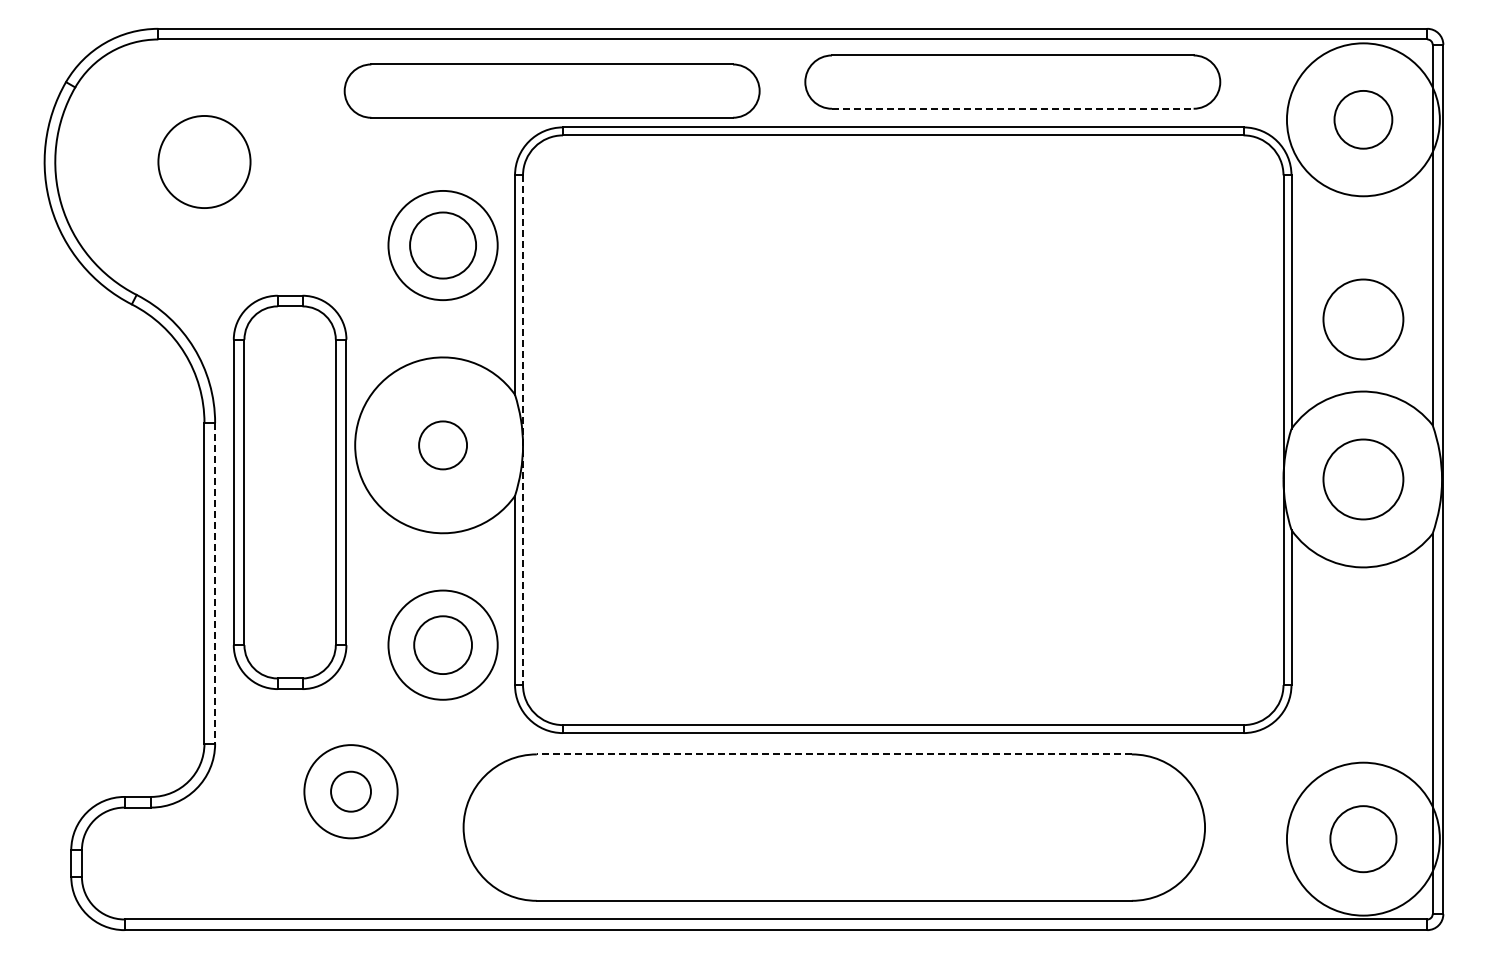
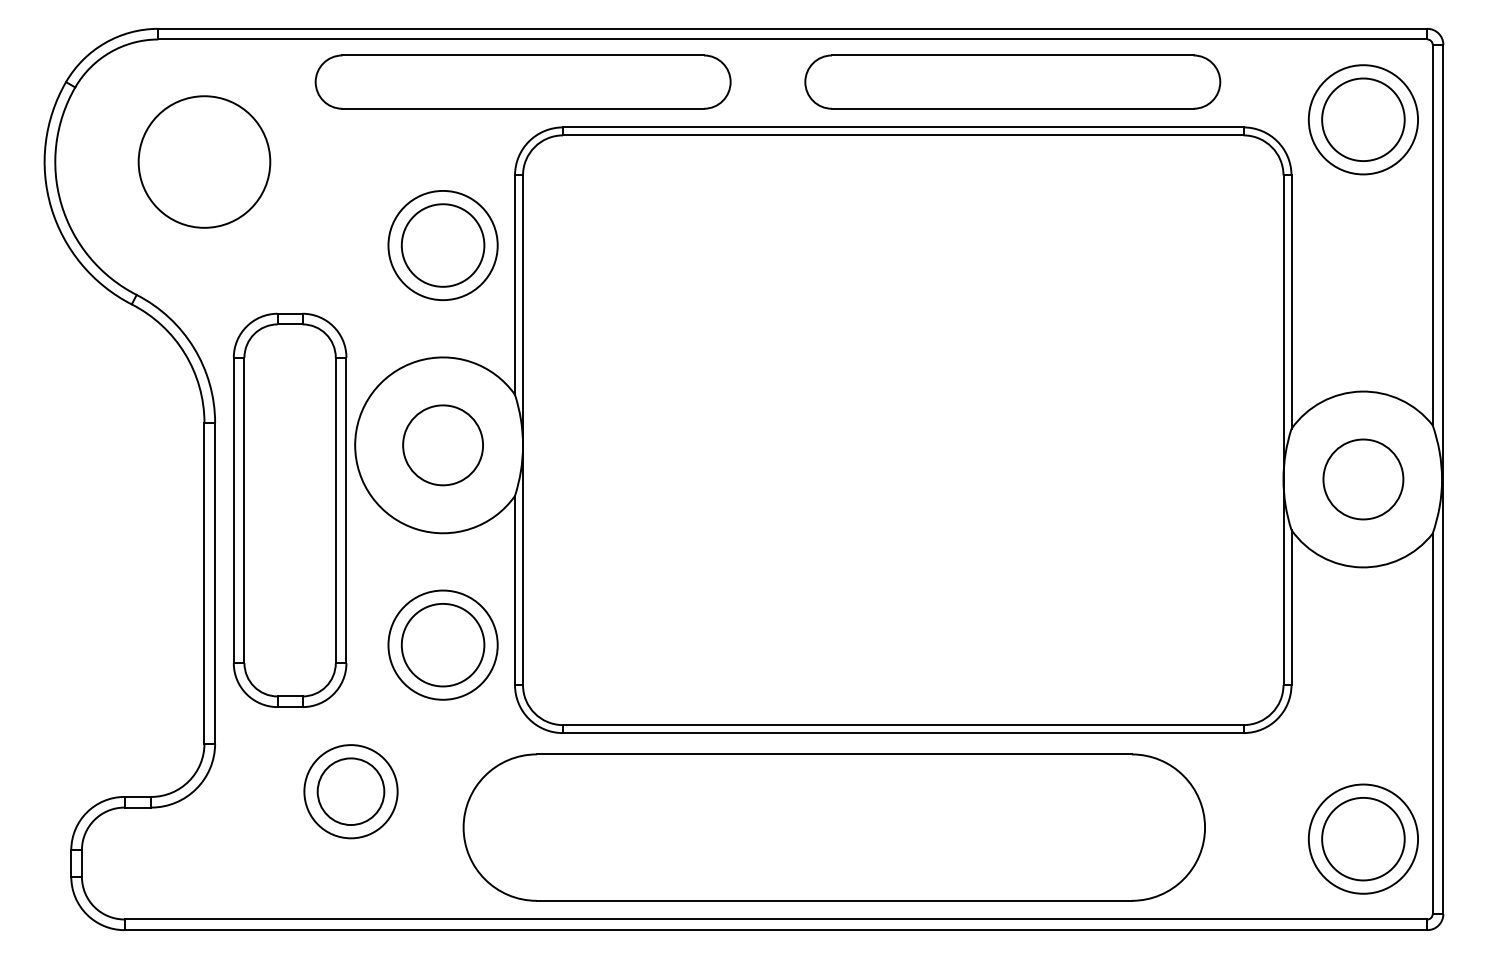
part at (551, 90) position: (551, 90) -> (522, 81)
line at (1012, 108): dashed -> solid
circle at (1362, 119) diameter: 153 px -> 109 px
circle at (1363, 119) diameter: 58 px -> 83 px
circle at (204, 161) diameter: 92 px -> 132 px
circle at (443, 245) diameter: 66 px -> 83 px
circle at (1363, 319): present -> none
line at (523, 430): dashed -> solid
circle at (442, 445) size: 50x51 px -> 82x83 px
part at (289, 491) position: (289, 491) -> (289, 509)
line at (215, 583): dashed -> solid
circle at (443, 645) diameter: 58 px -> 83 px
line at (834, 754): dashed -> solid
circle at (351, 791) diameter: 40 px -> 67 px
circle at (1362, 838) diameter: 153 px -> 109 px
circle at (1363, 839) diameter: 66 px -> 83 px
